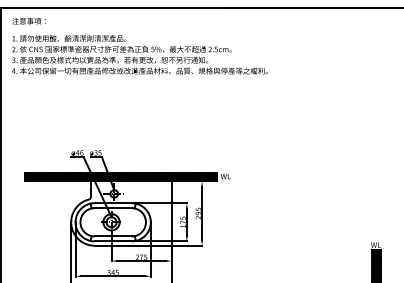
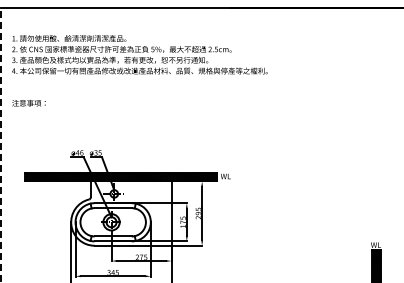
text at (28, 21) position: (28, 21) -> (28, 103)
line at (0, 144): solid -> dashed
